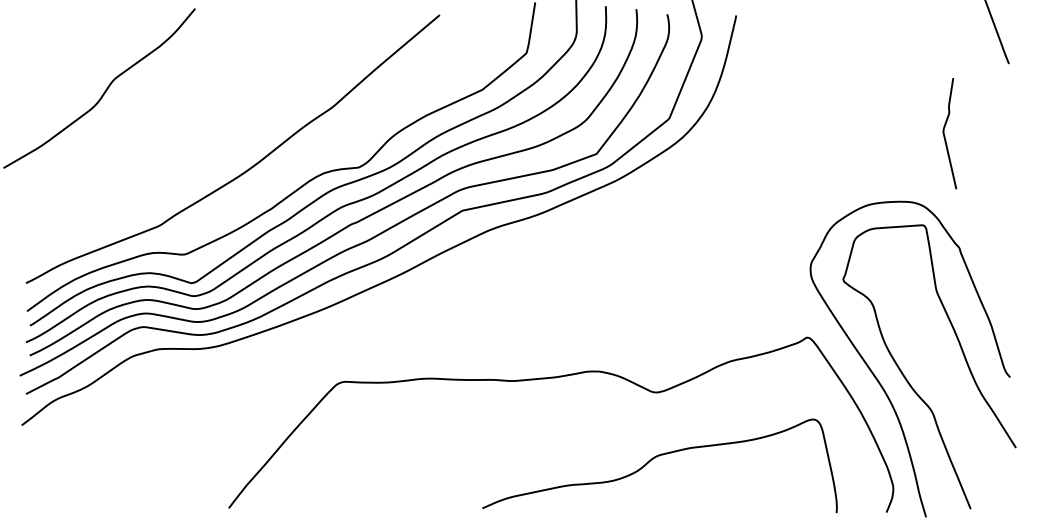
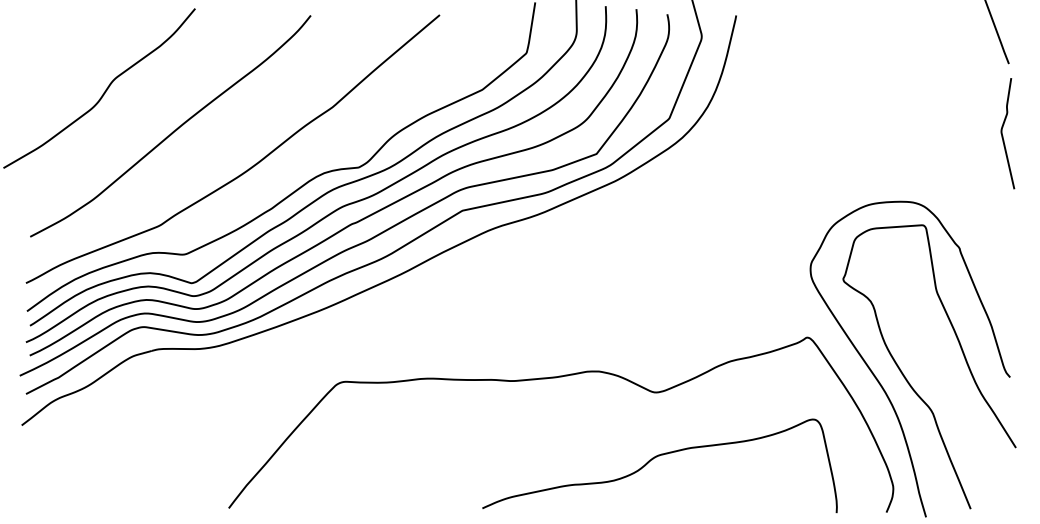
curve at (173, 130): none -> present
curve at (945, 135) position: (945, 135) -> (1003, 135)
